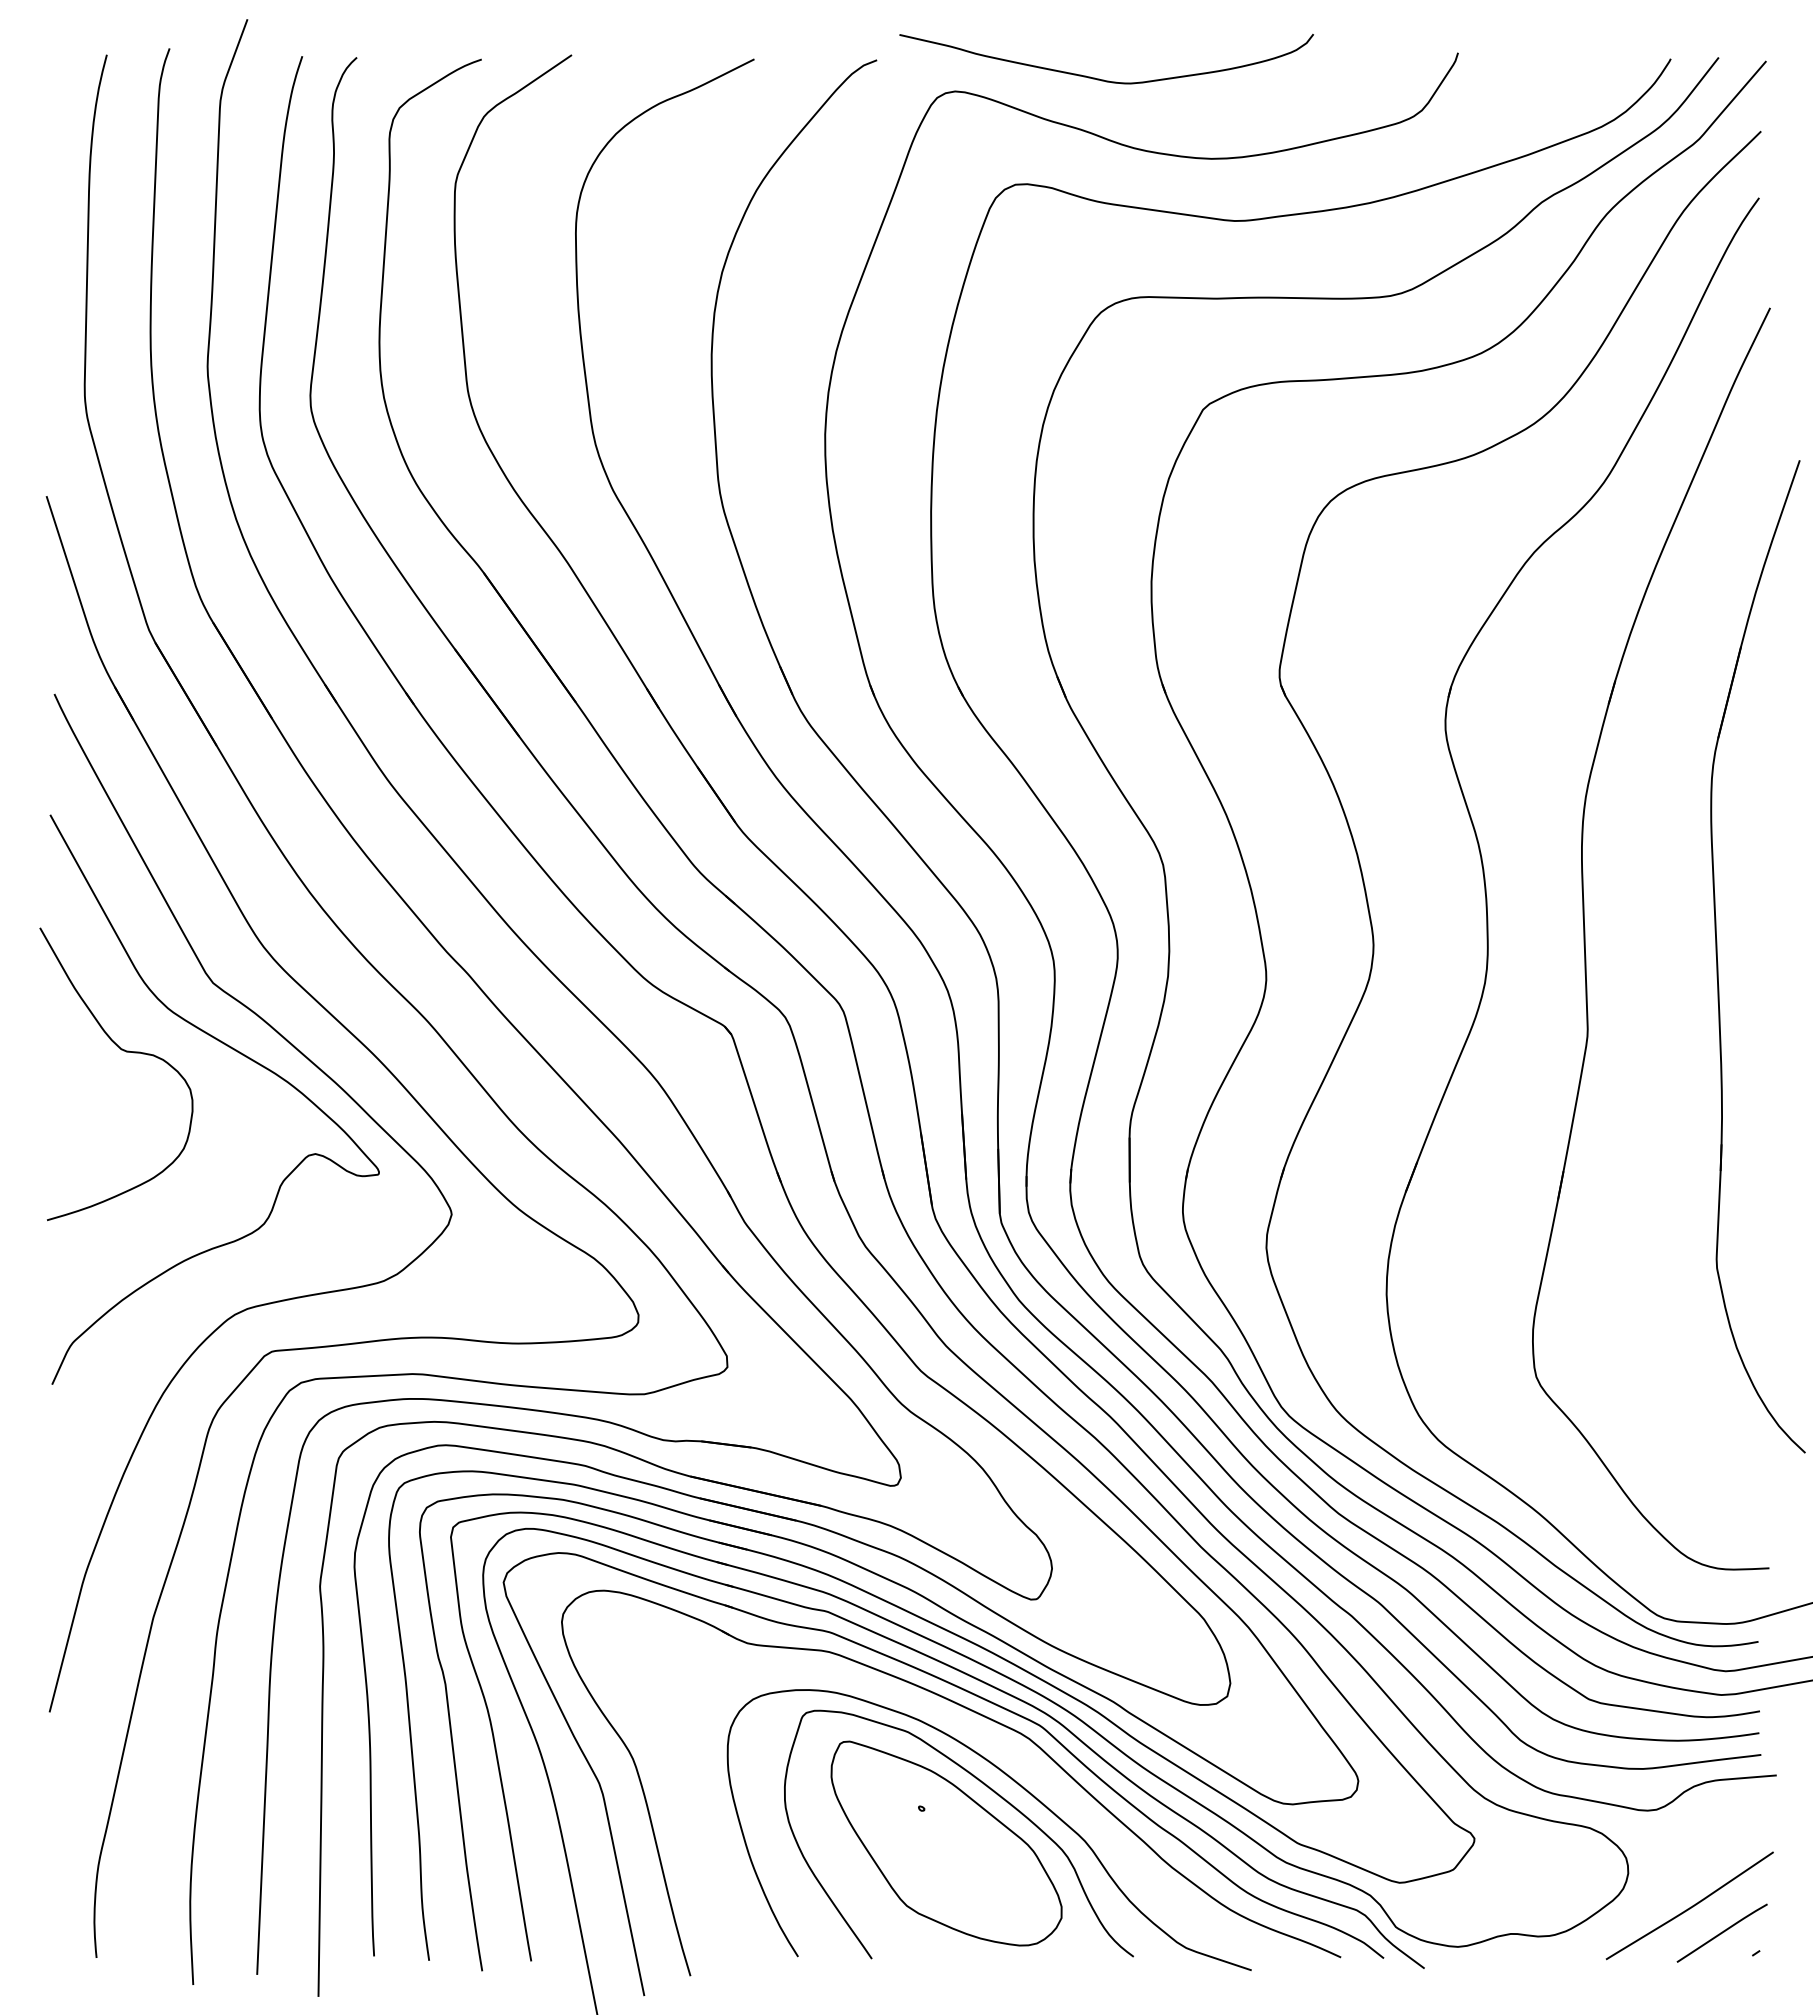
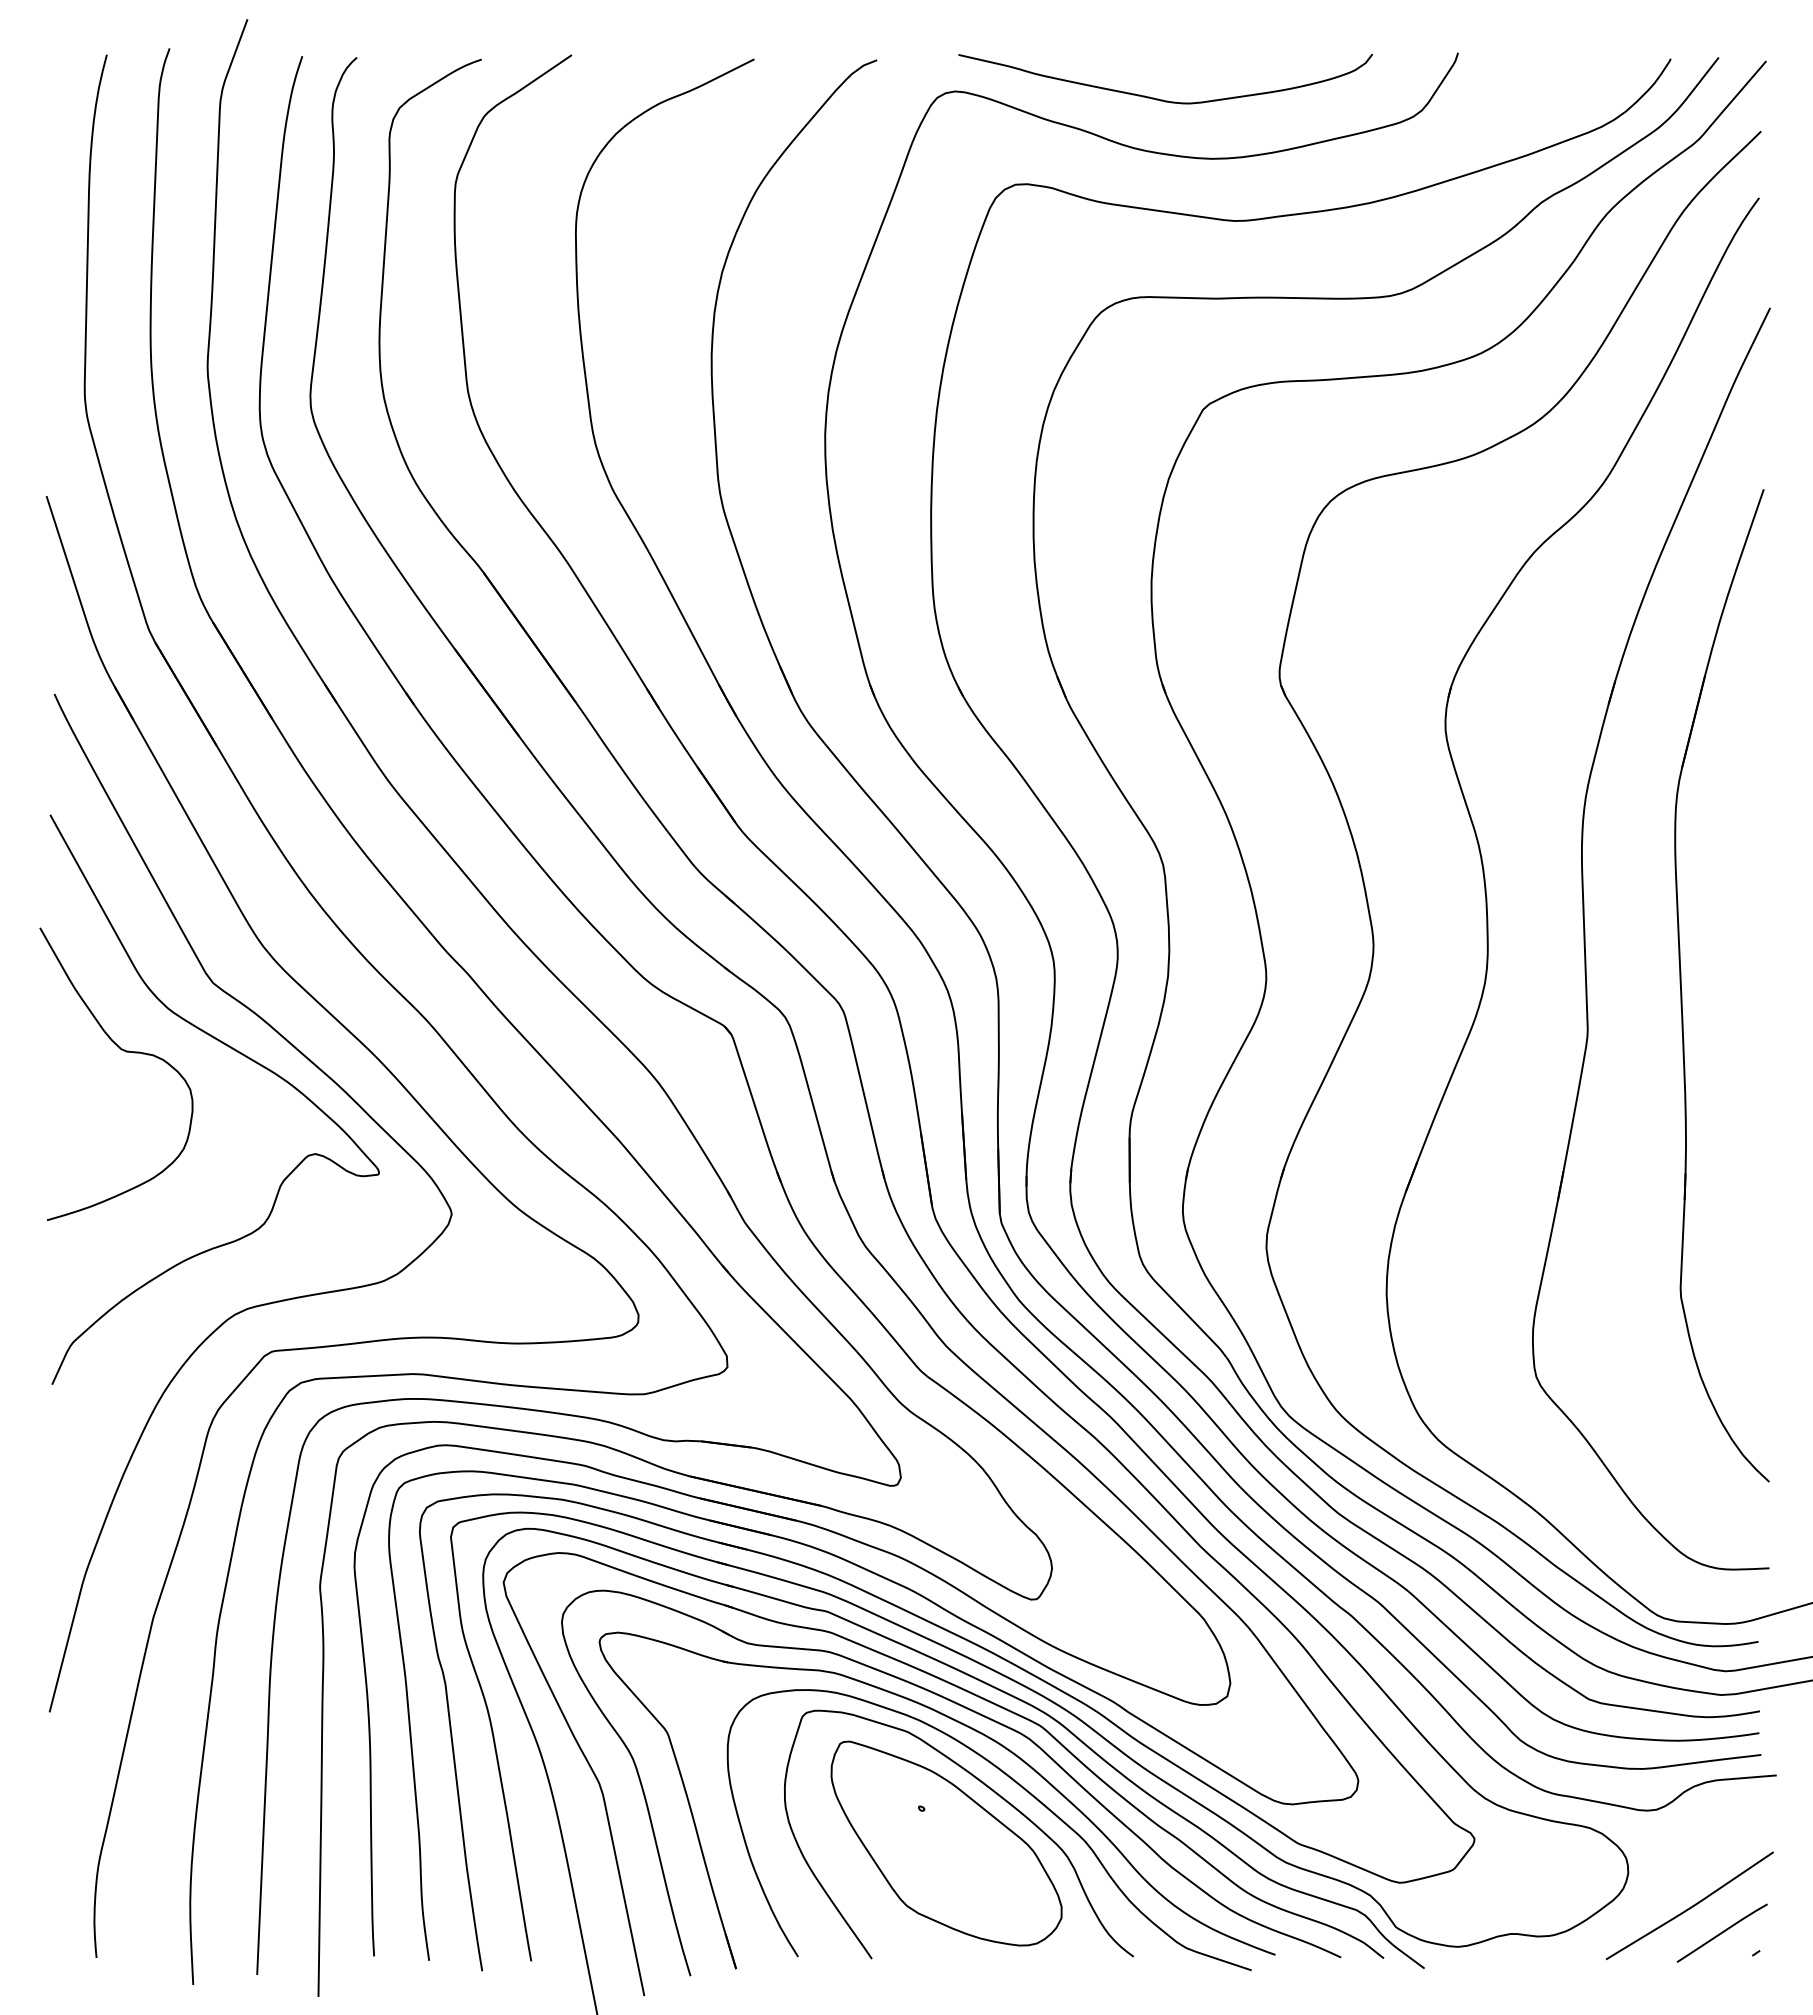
curve at (1099, 78) position: (1099, 78) -> (1158, 98)
part at (1718, 963) position: (1718, 963) -> (1682, 992)
part at (971, 1729): none -> present
